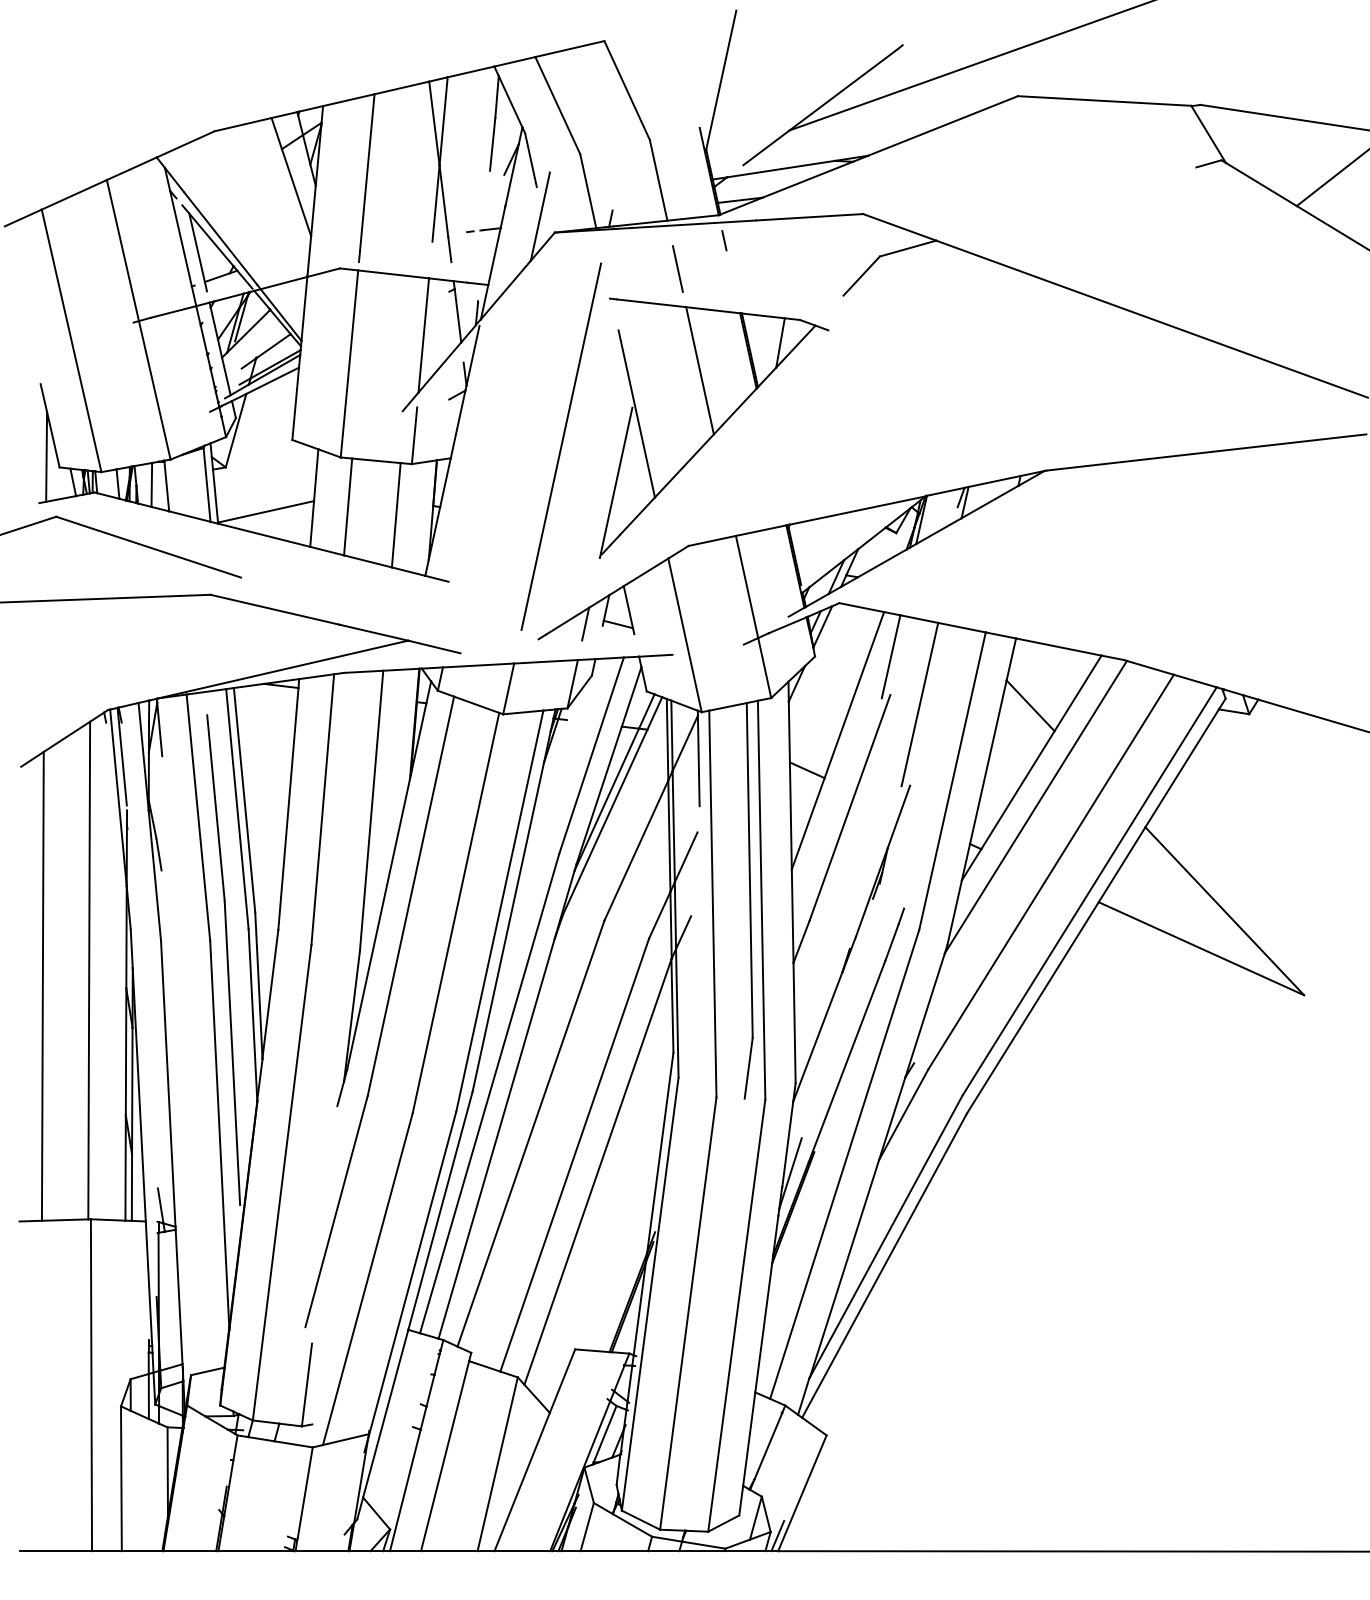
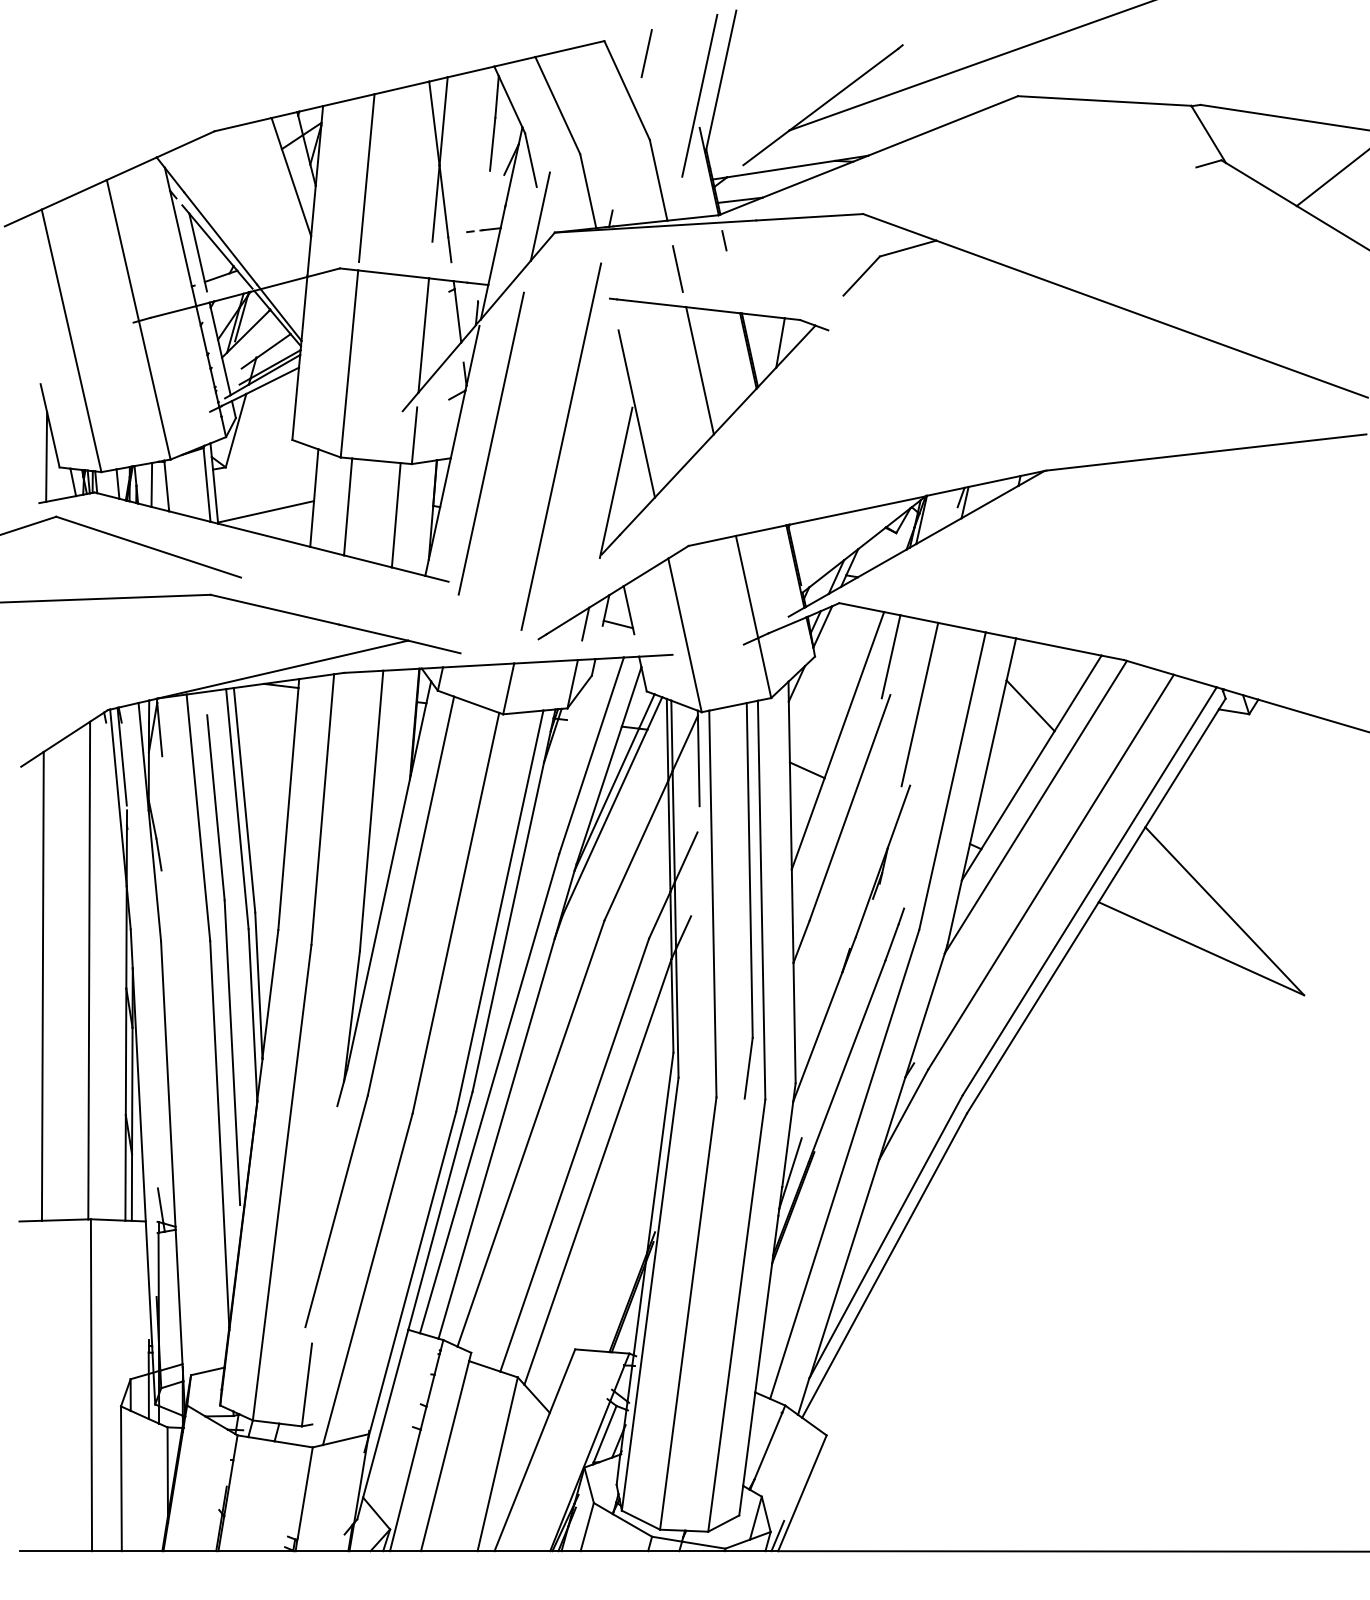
line at (646, 53): none -> present
line at (699, 95): none -> present
line at (490, 443): none -> present
